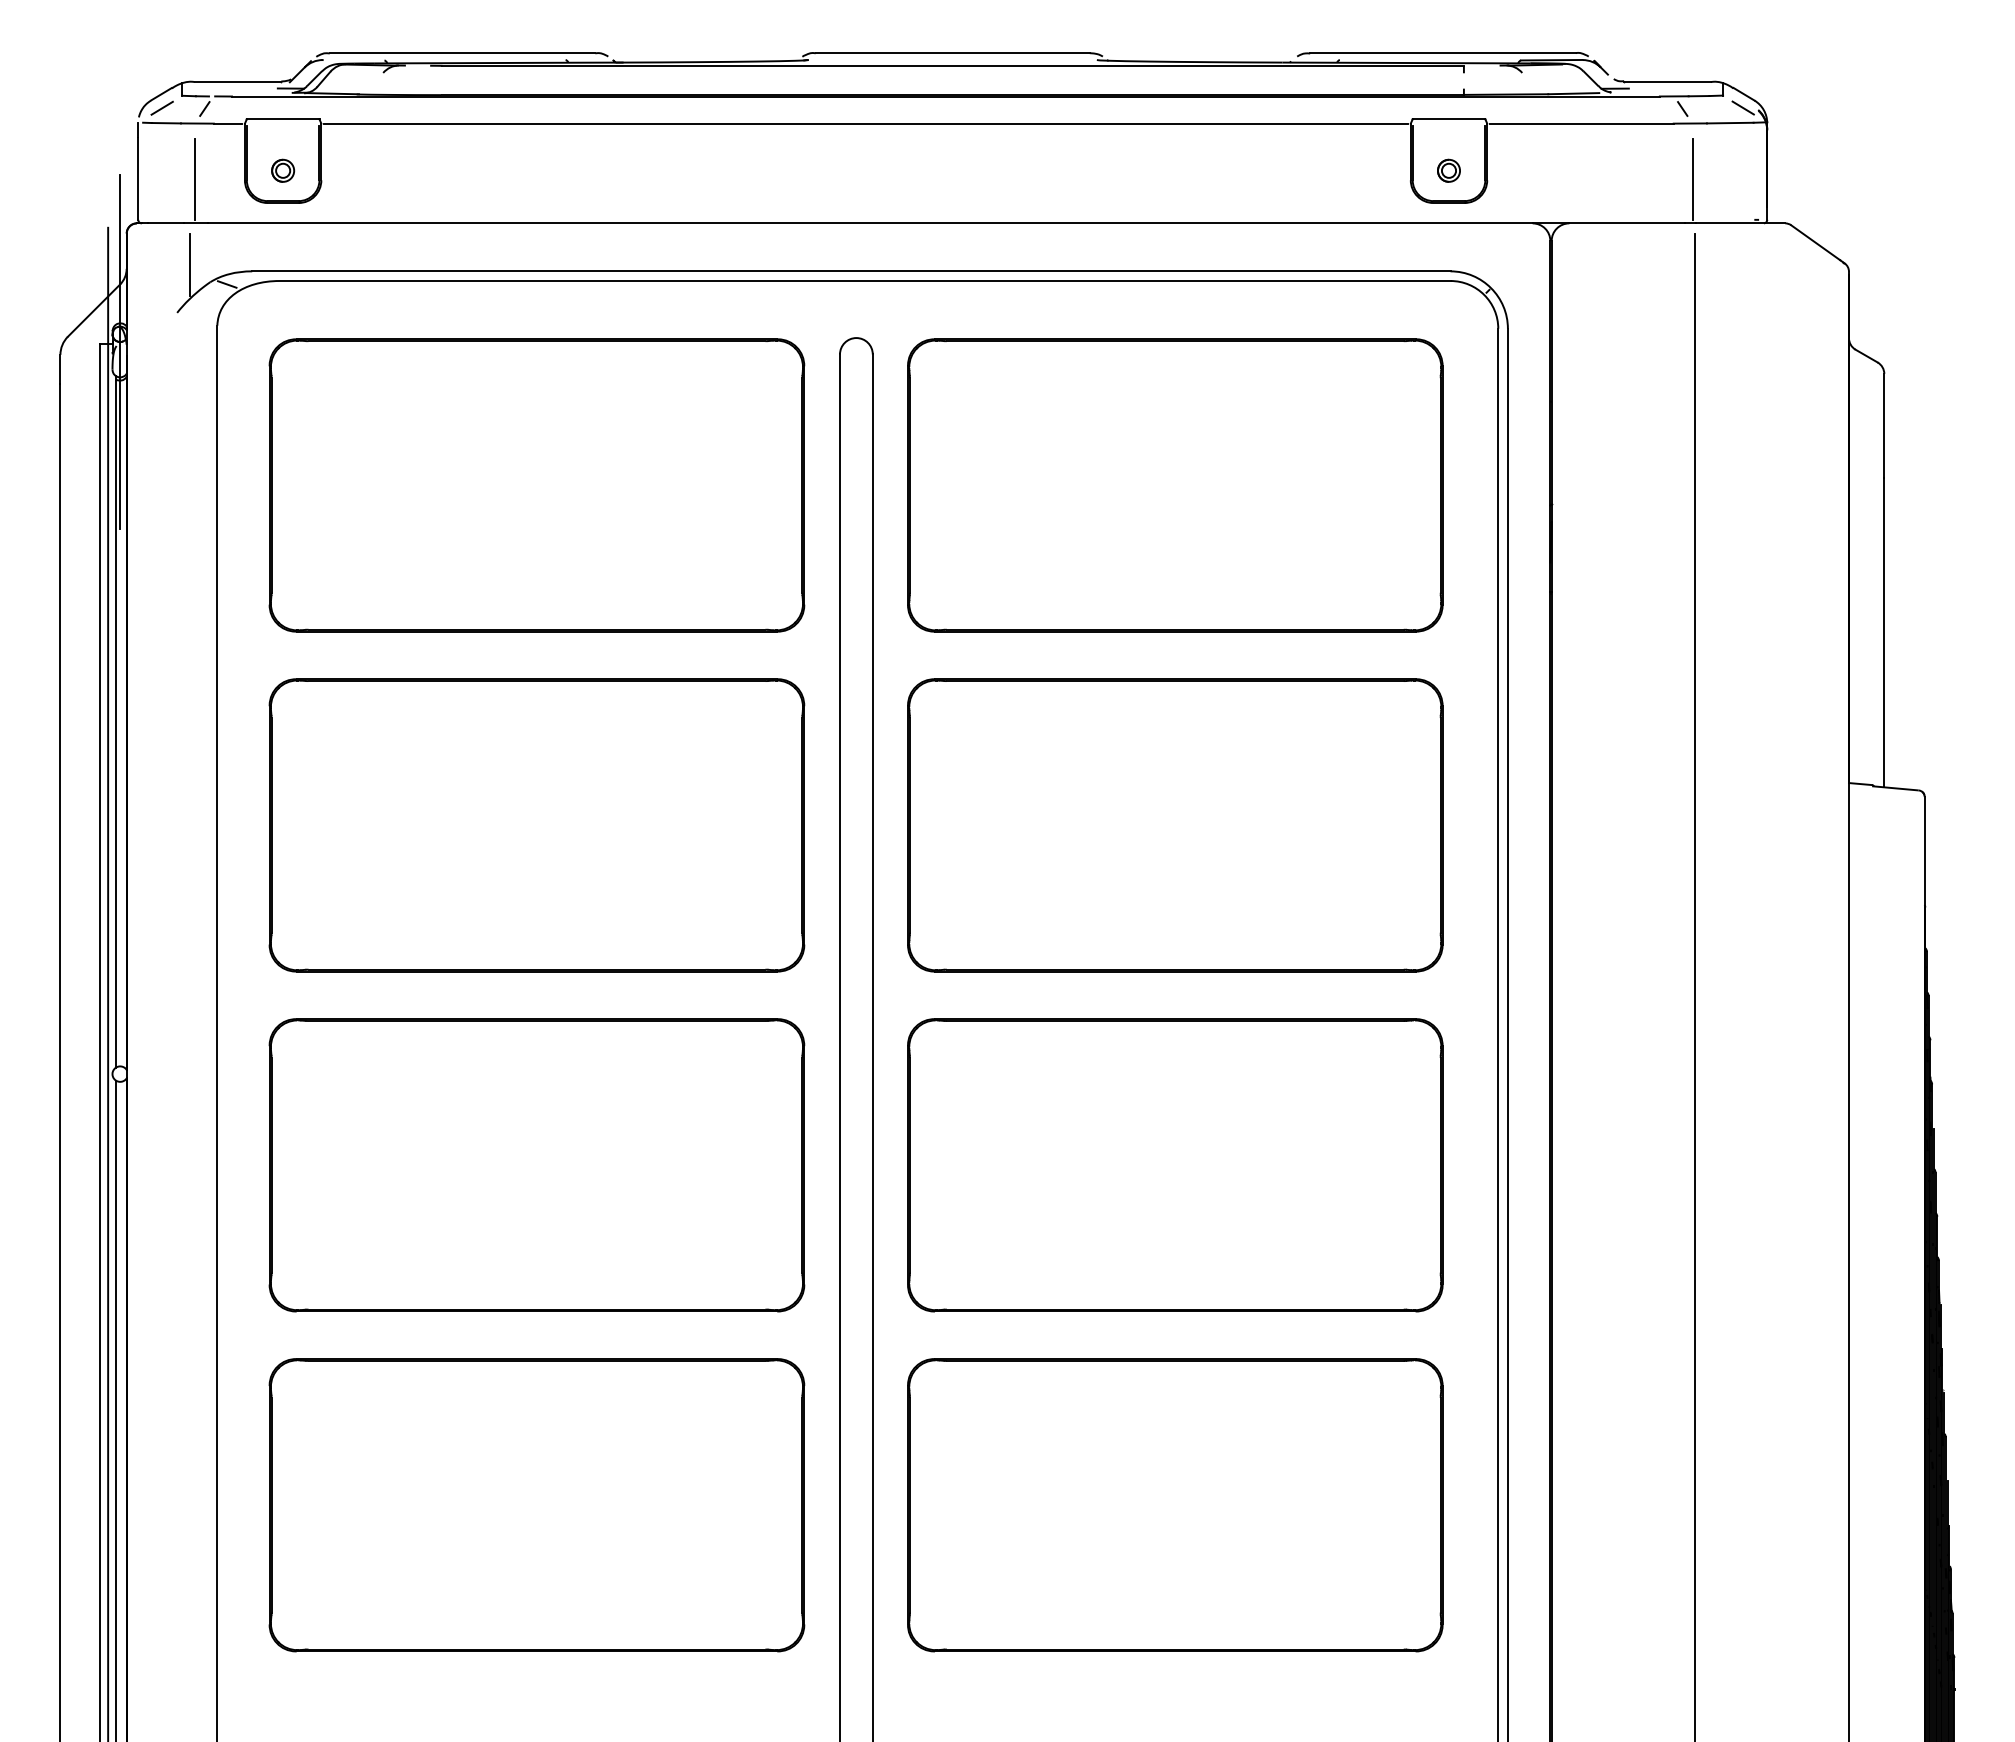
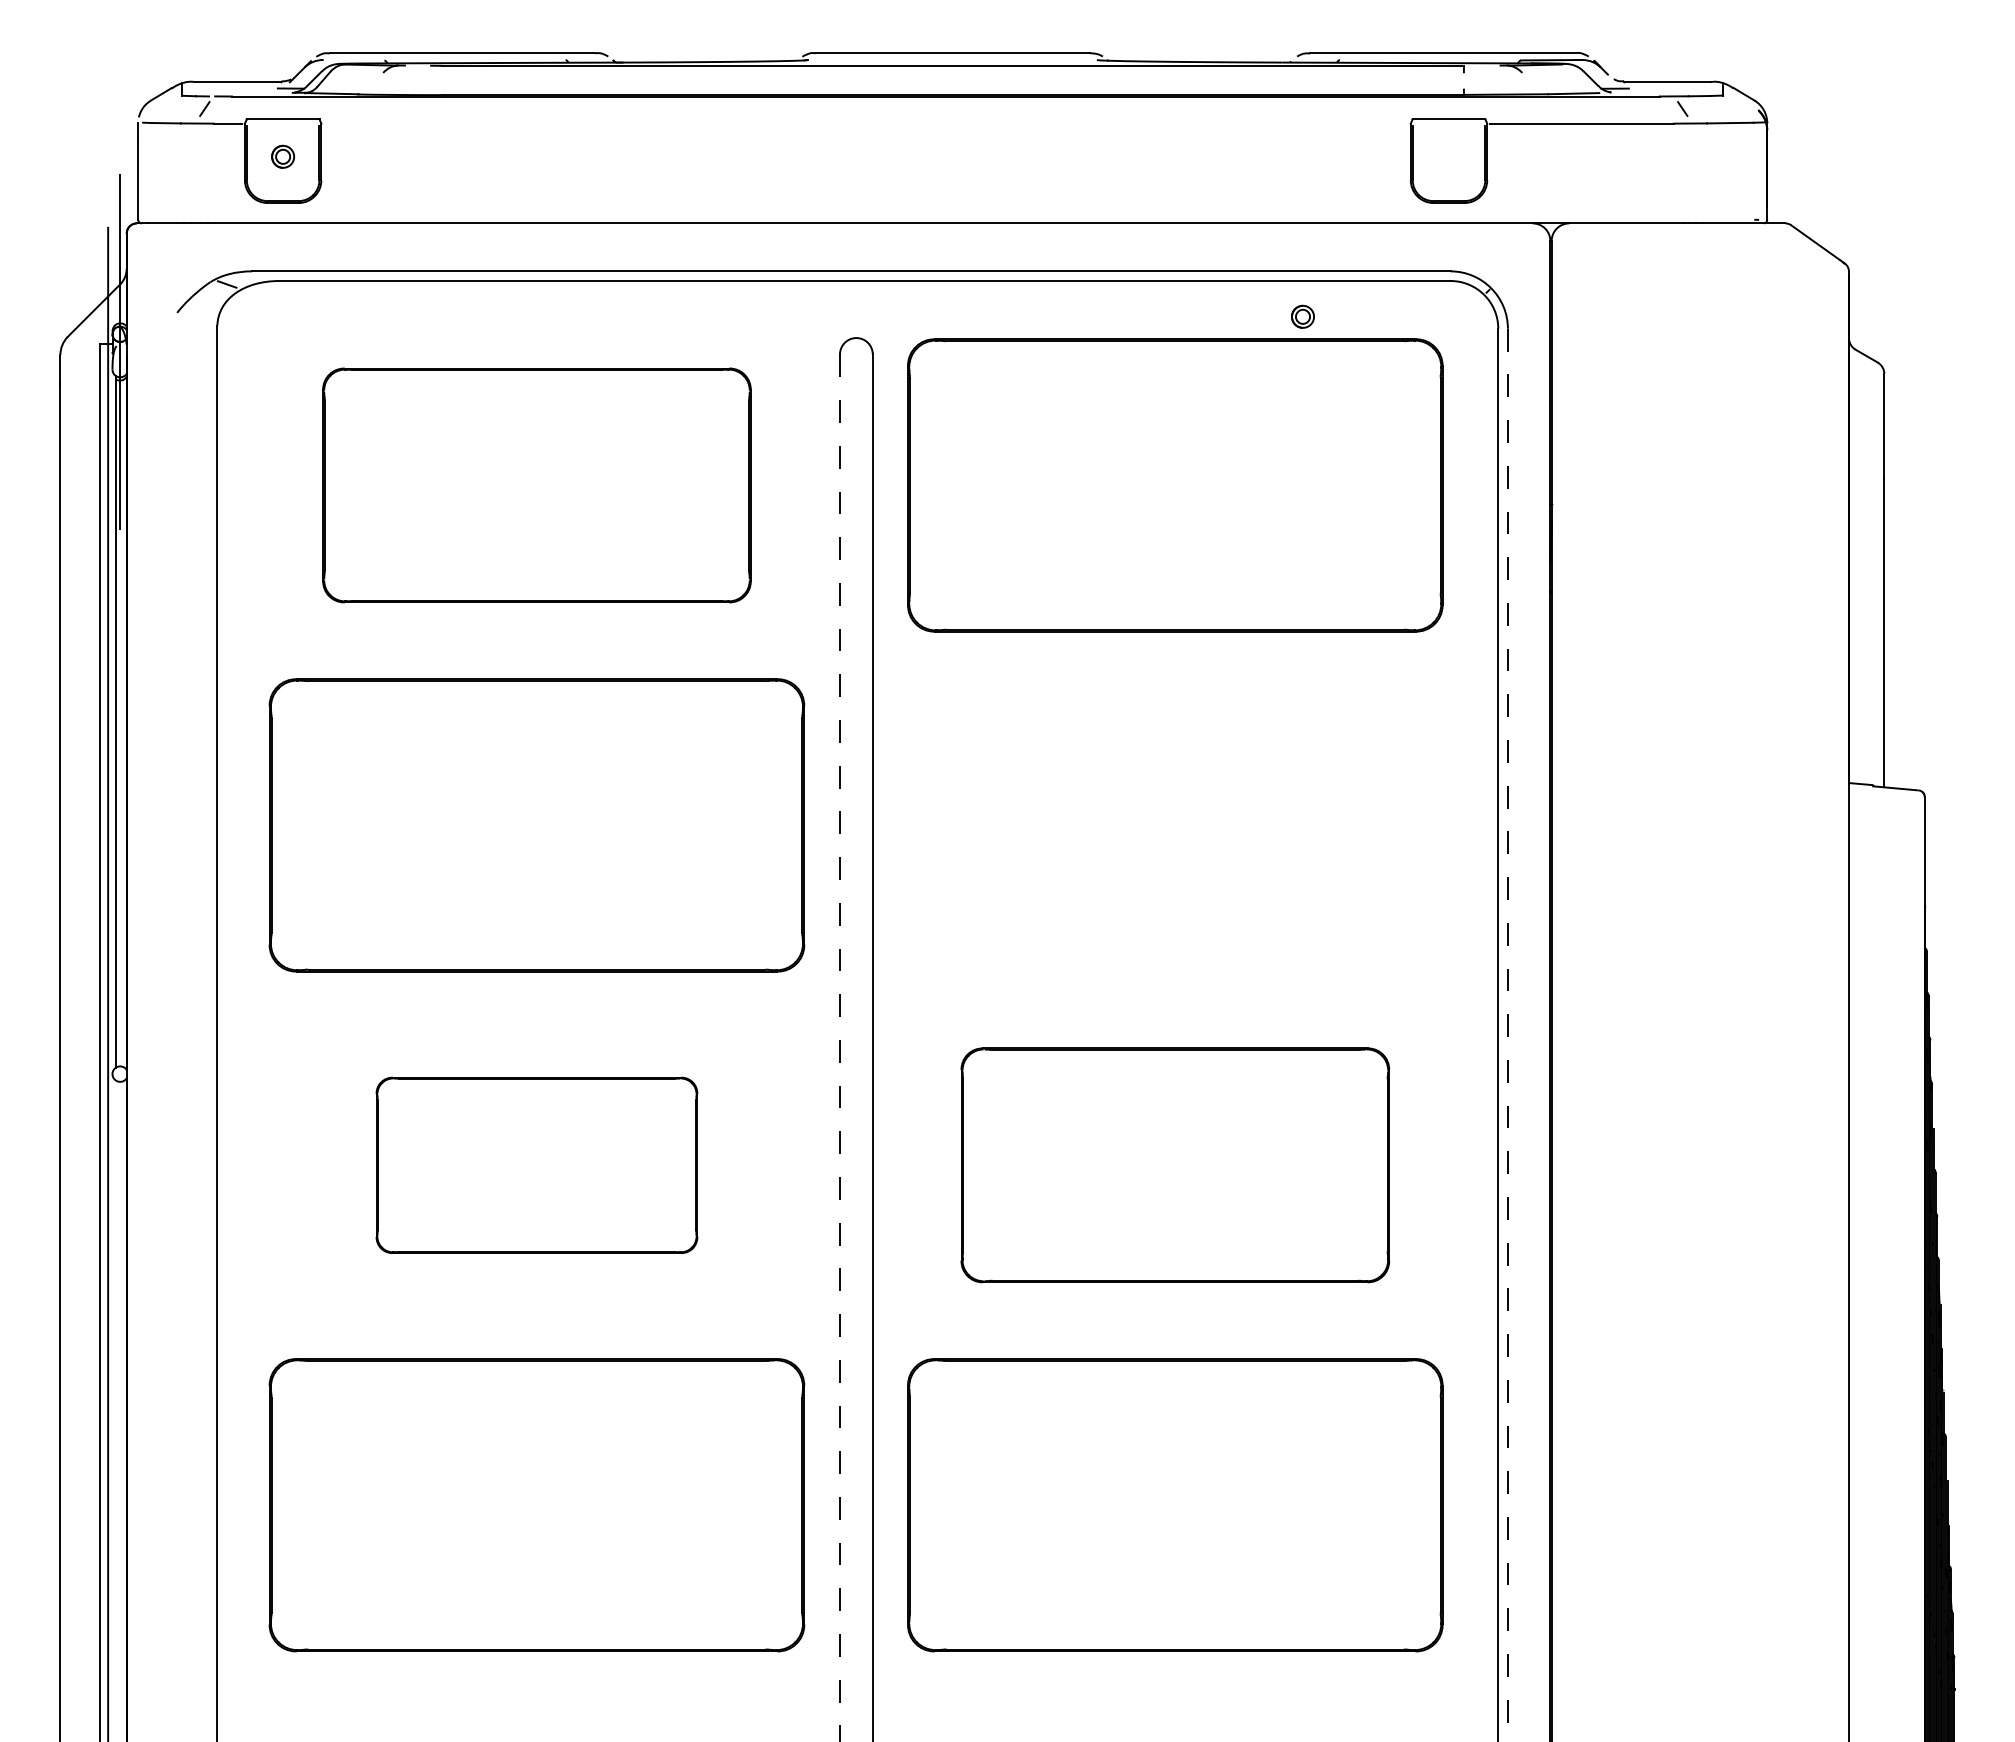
line at (161, 107): present -> none
line at (1742, 107): present -> none
line at (865, 123): present -> none
part at (283, 170) position: (283, 170) -> (283, 156)
part at (1448, 170) position: (1448, 170) -> (1302, 316)
line at (195, 179): present -> none
line at (1692, 179): present -> none
line at (190, 264): present -> none
part at (536, 485) size: 538x295 px -> 430x237 px
part at (1175, 825): present -> none
line at (1695, 985): present -> none
line at (1507, 1035): solid -> dashed
line at (840, 1048): solid -> dashed
part at (536, 1165) size: 538x295 px -> 324x178 px
part at (1175, 1165) size: 537x295 px -> 431x237 px
line at (115, 1409): present -> none
